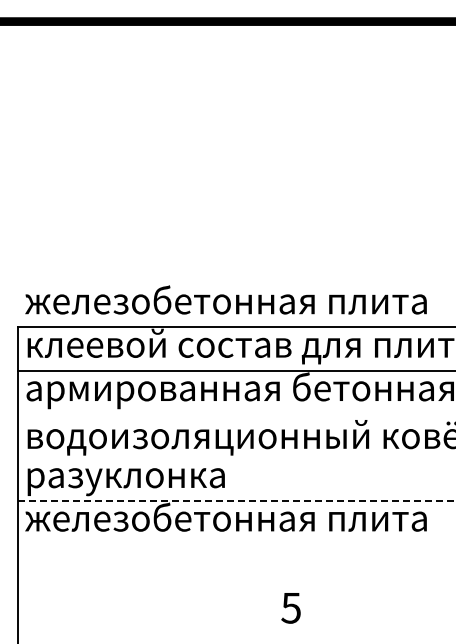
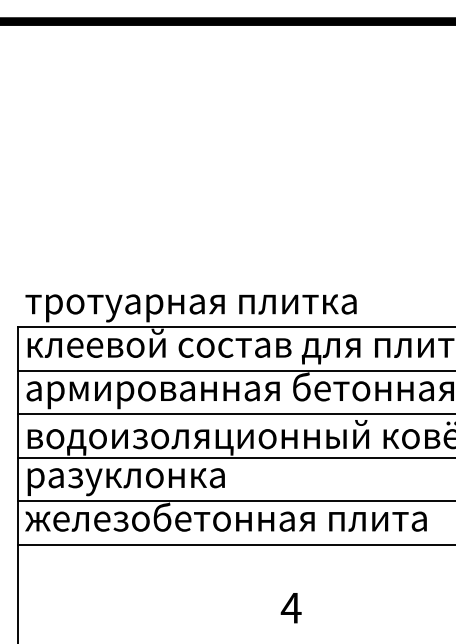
text at (225, 303): железобетонная плита -> тротуарная плитка
line at (235, 414): none -> present
line at (235, 457): none -> present
line at (236, 501): dashed -> solid
line at (235, 544): none -> present
text at (290, 608): 5 -> 4
